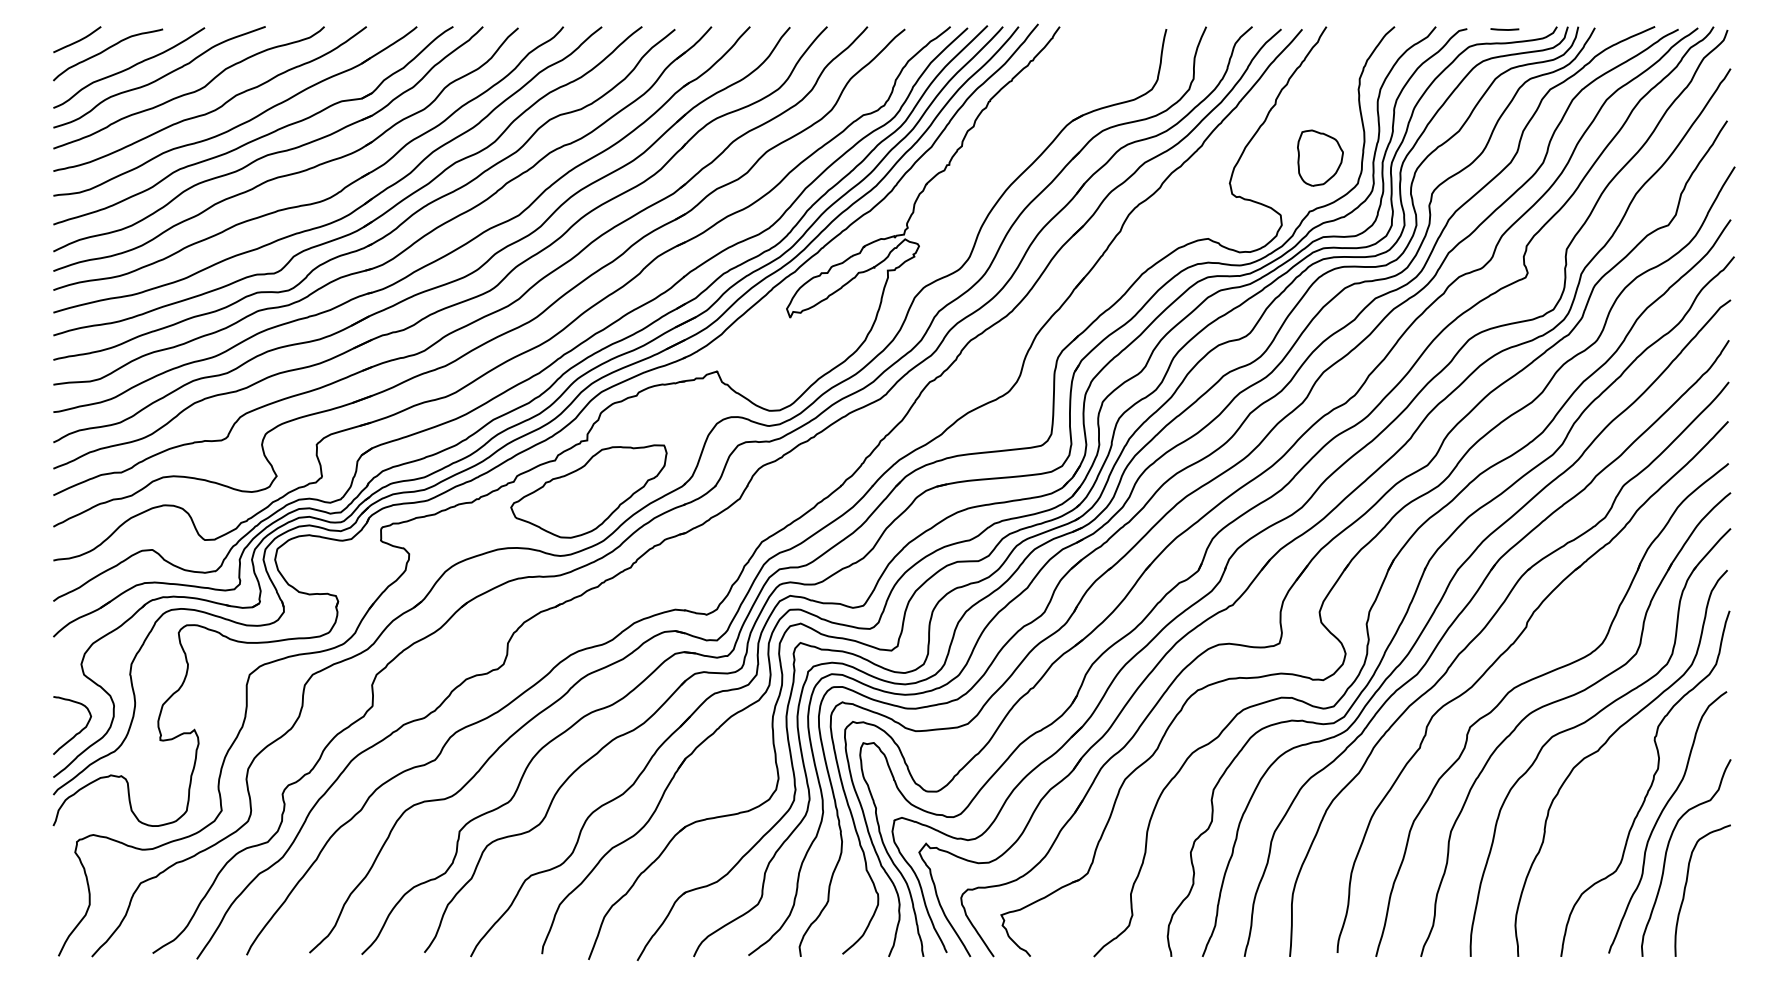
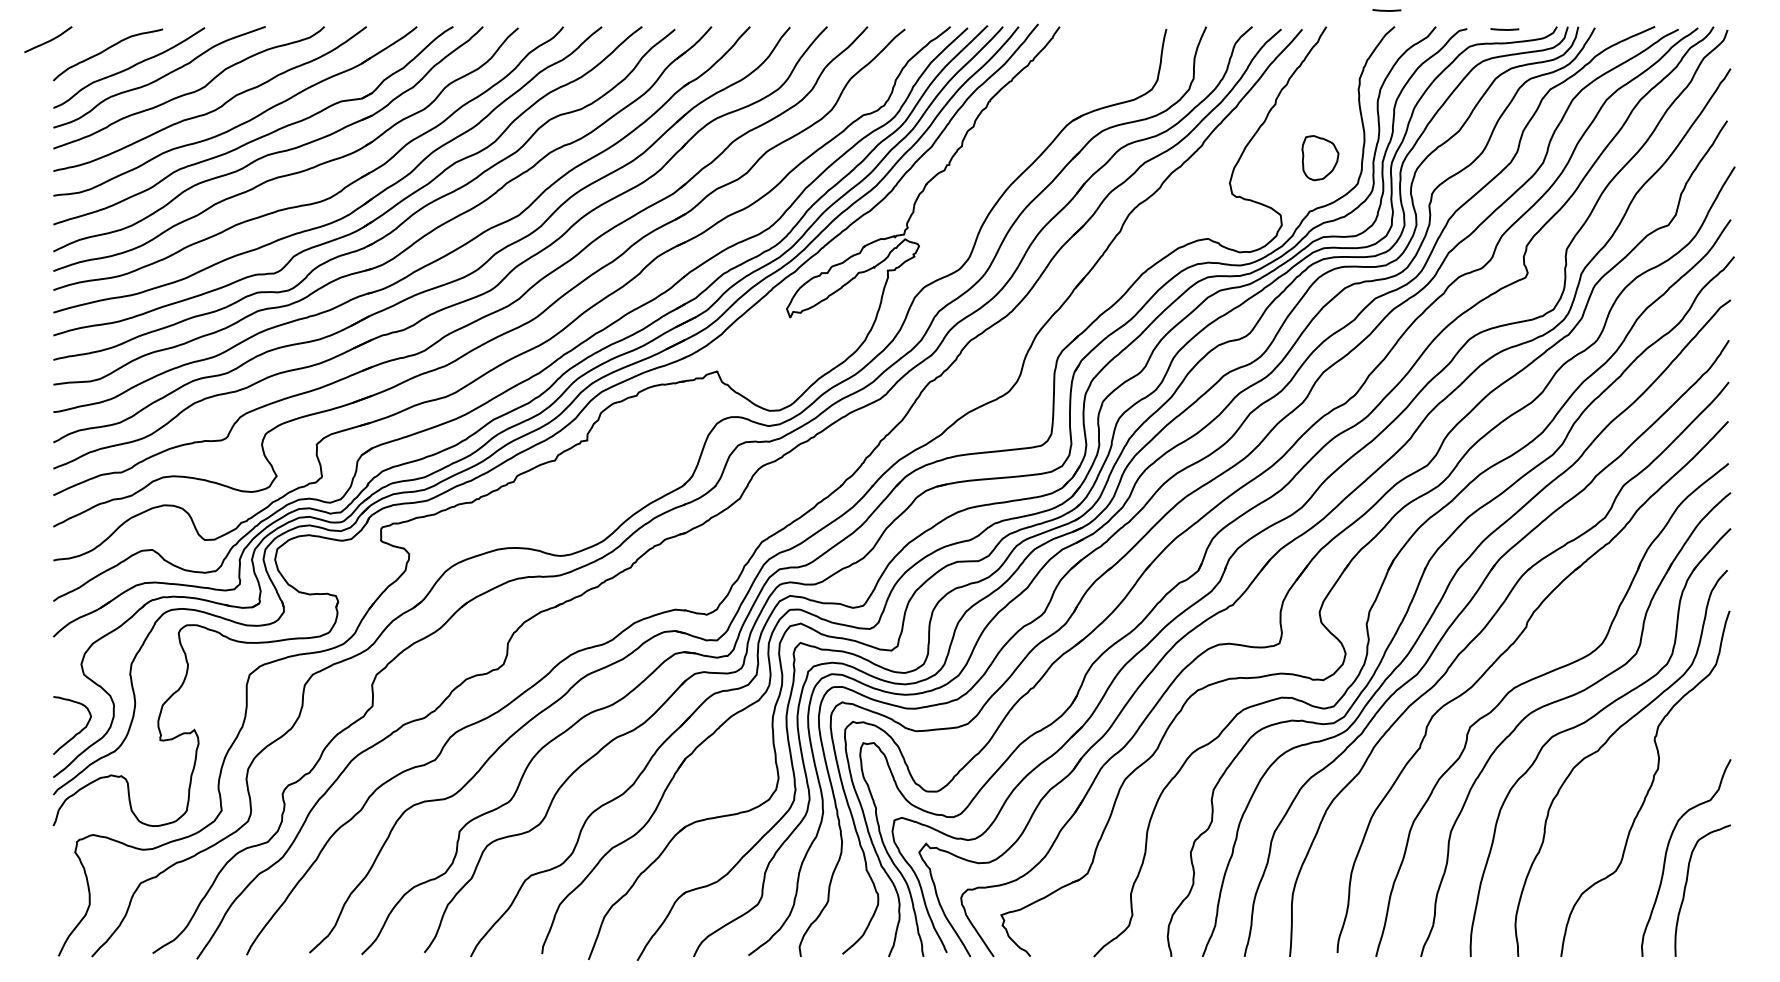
line at (1386, 10): none -> present
curve at (77, 40) position: (77, 40) -> (48, 40)
part at (1320, 157) size: 47x58 px -> 39x47 px
part at (588, 491): present -> none
curve at (1659, 818): present -> none
